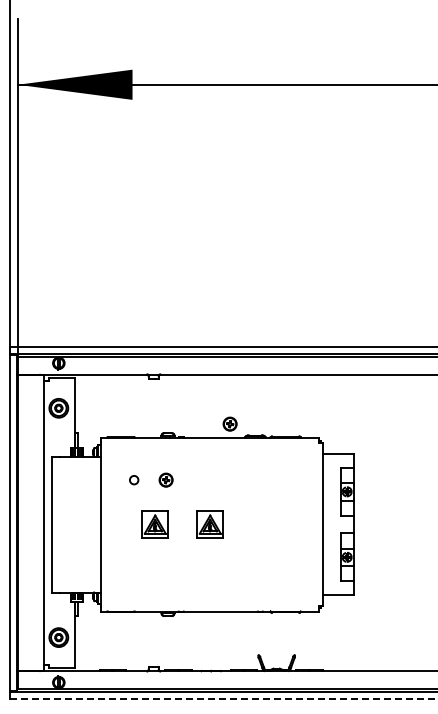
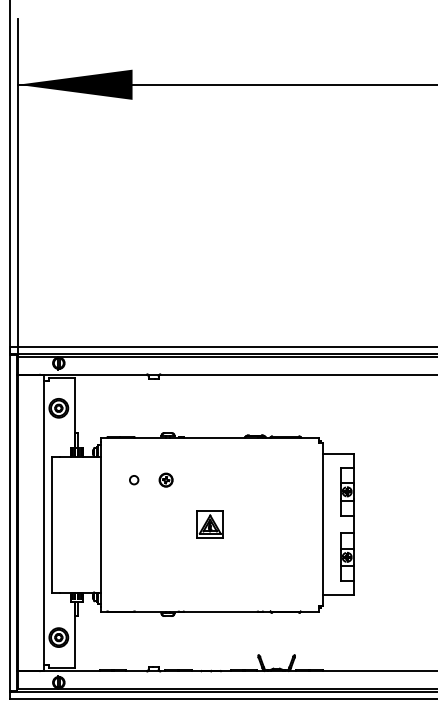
part at (229, 423): present -> none
part at (154, 524): present -> none
line at (223, 699): dashed -> solid
